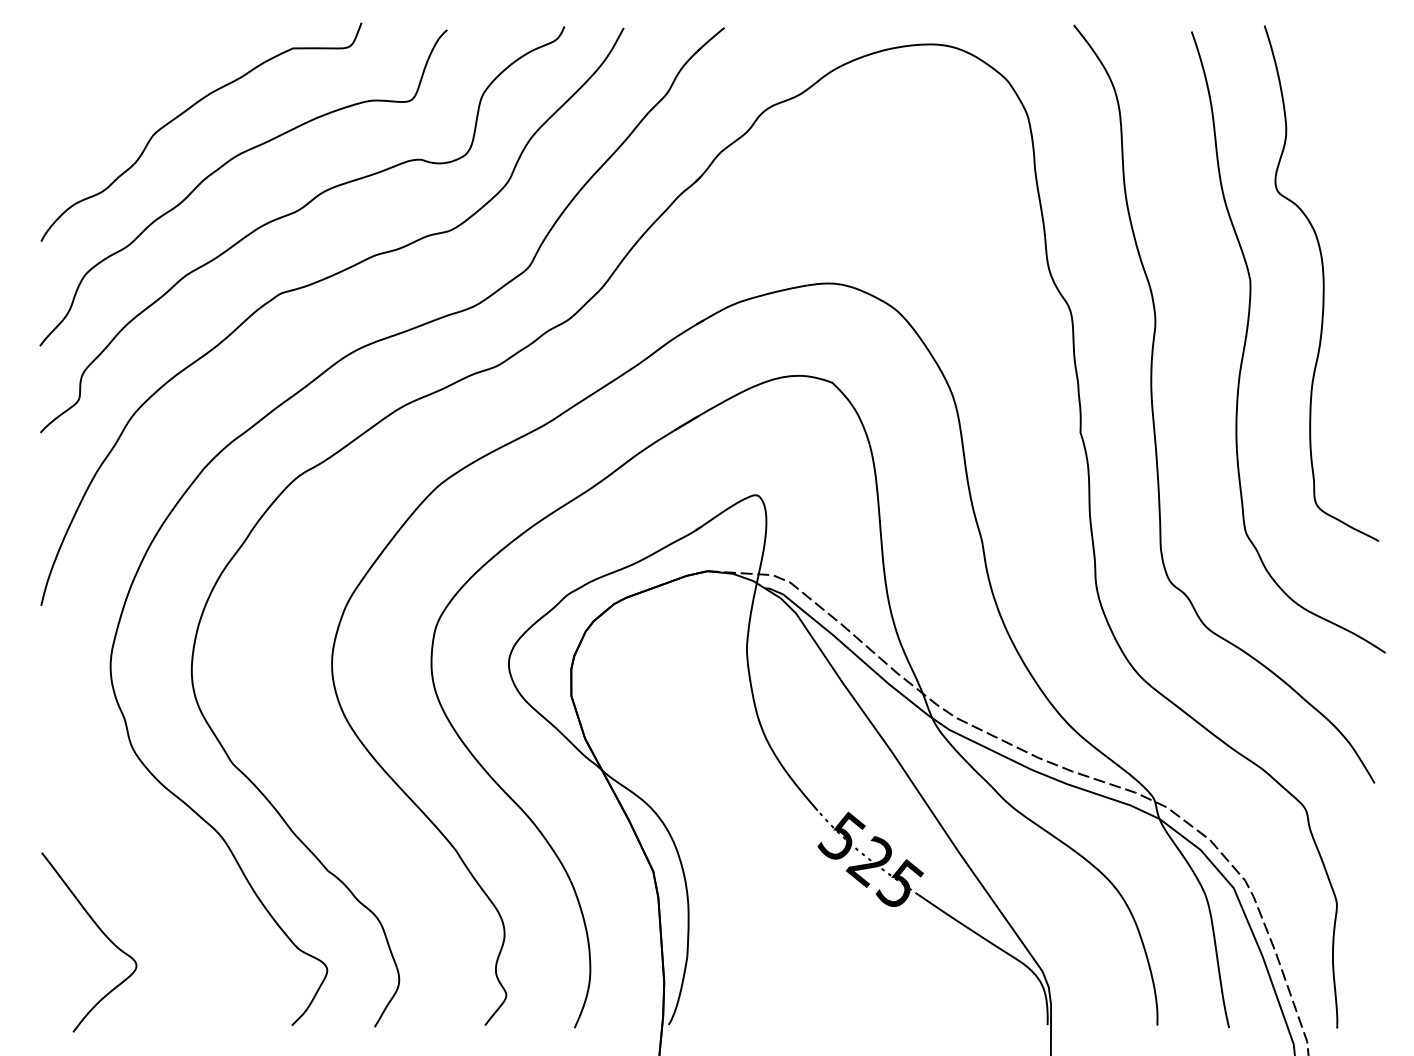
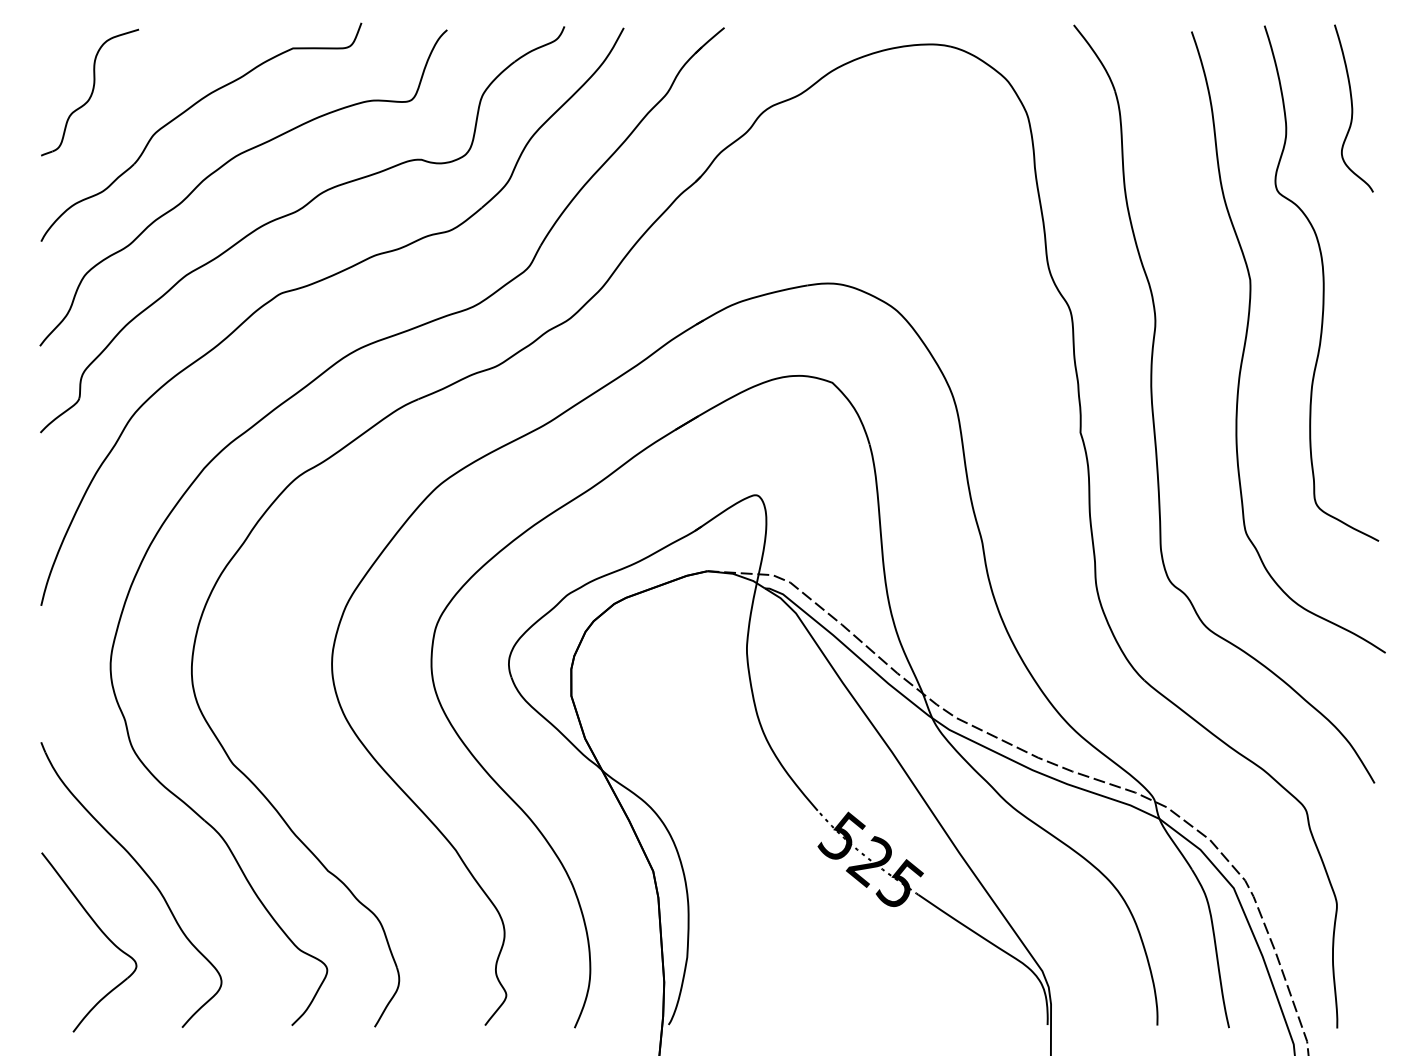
part at (90, 92): none -> present
curve at (1353, 108): none -> present
part at (143, 872): none -> present
